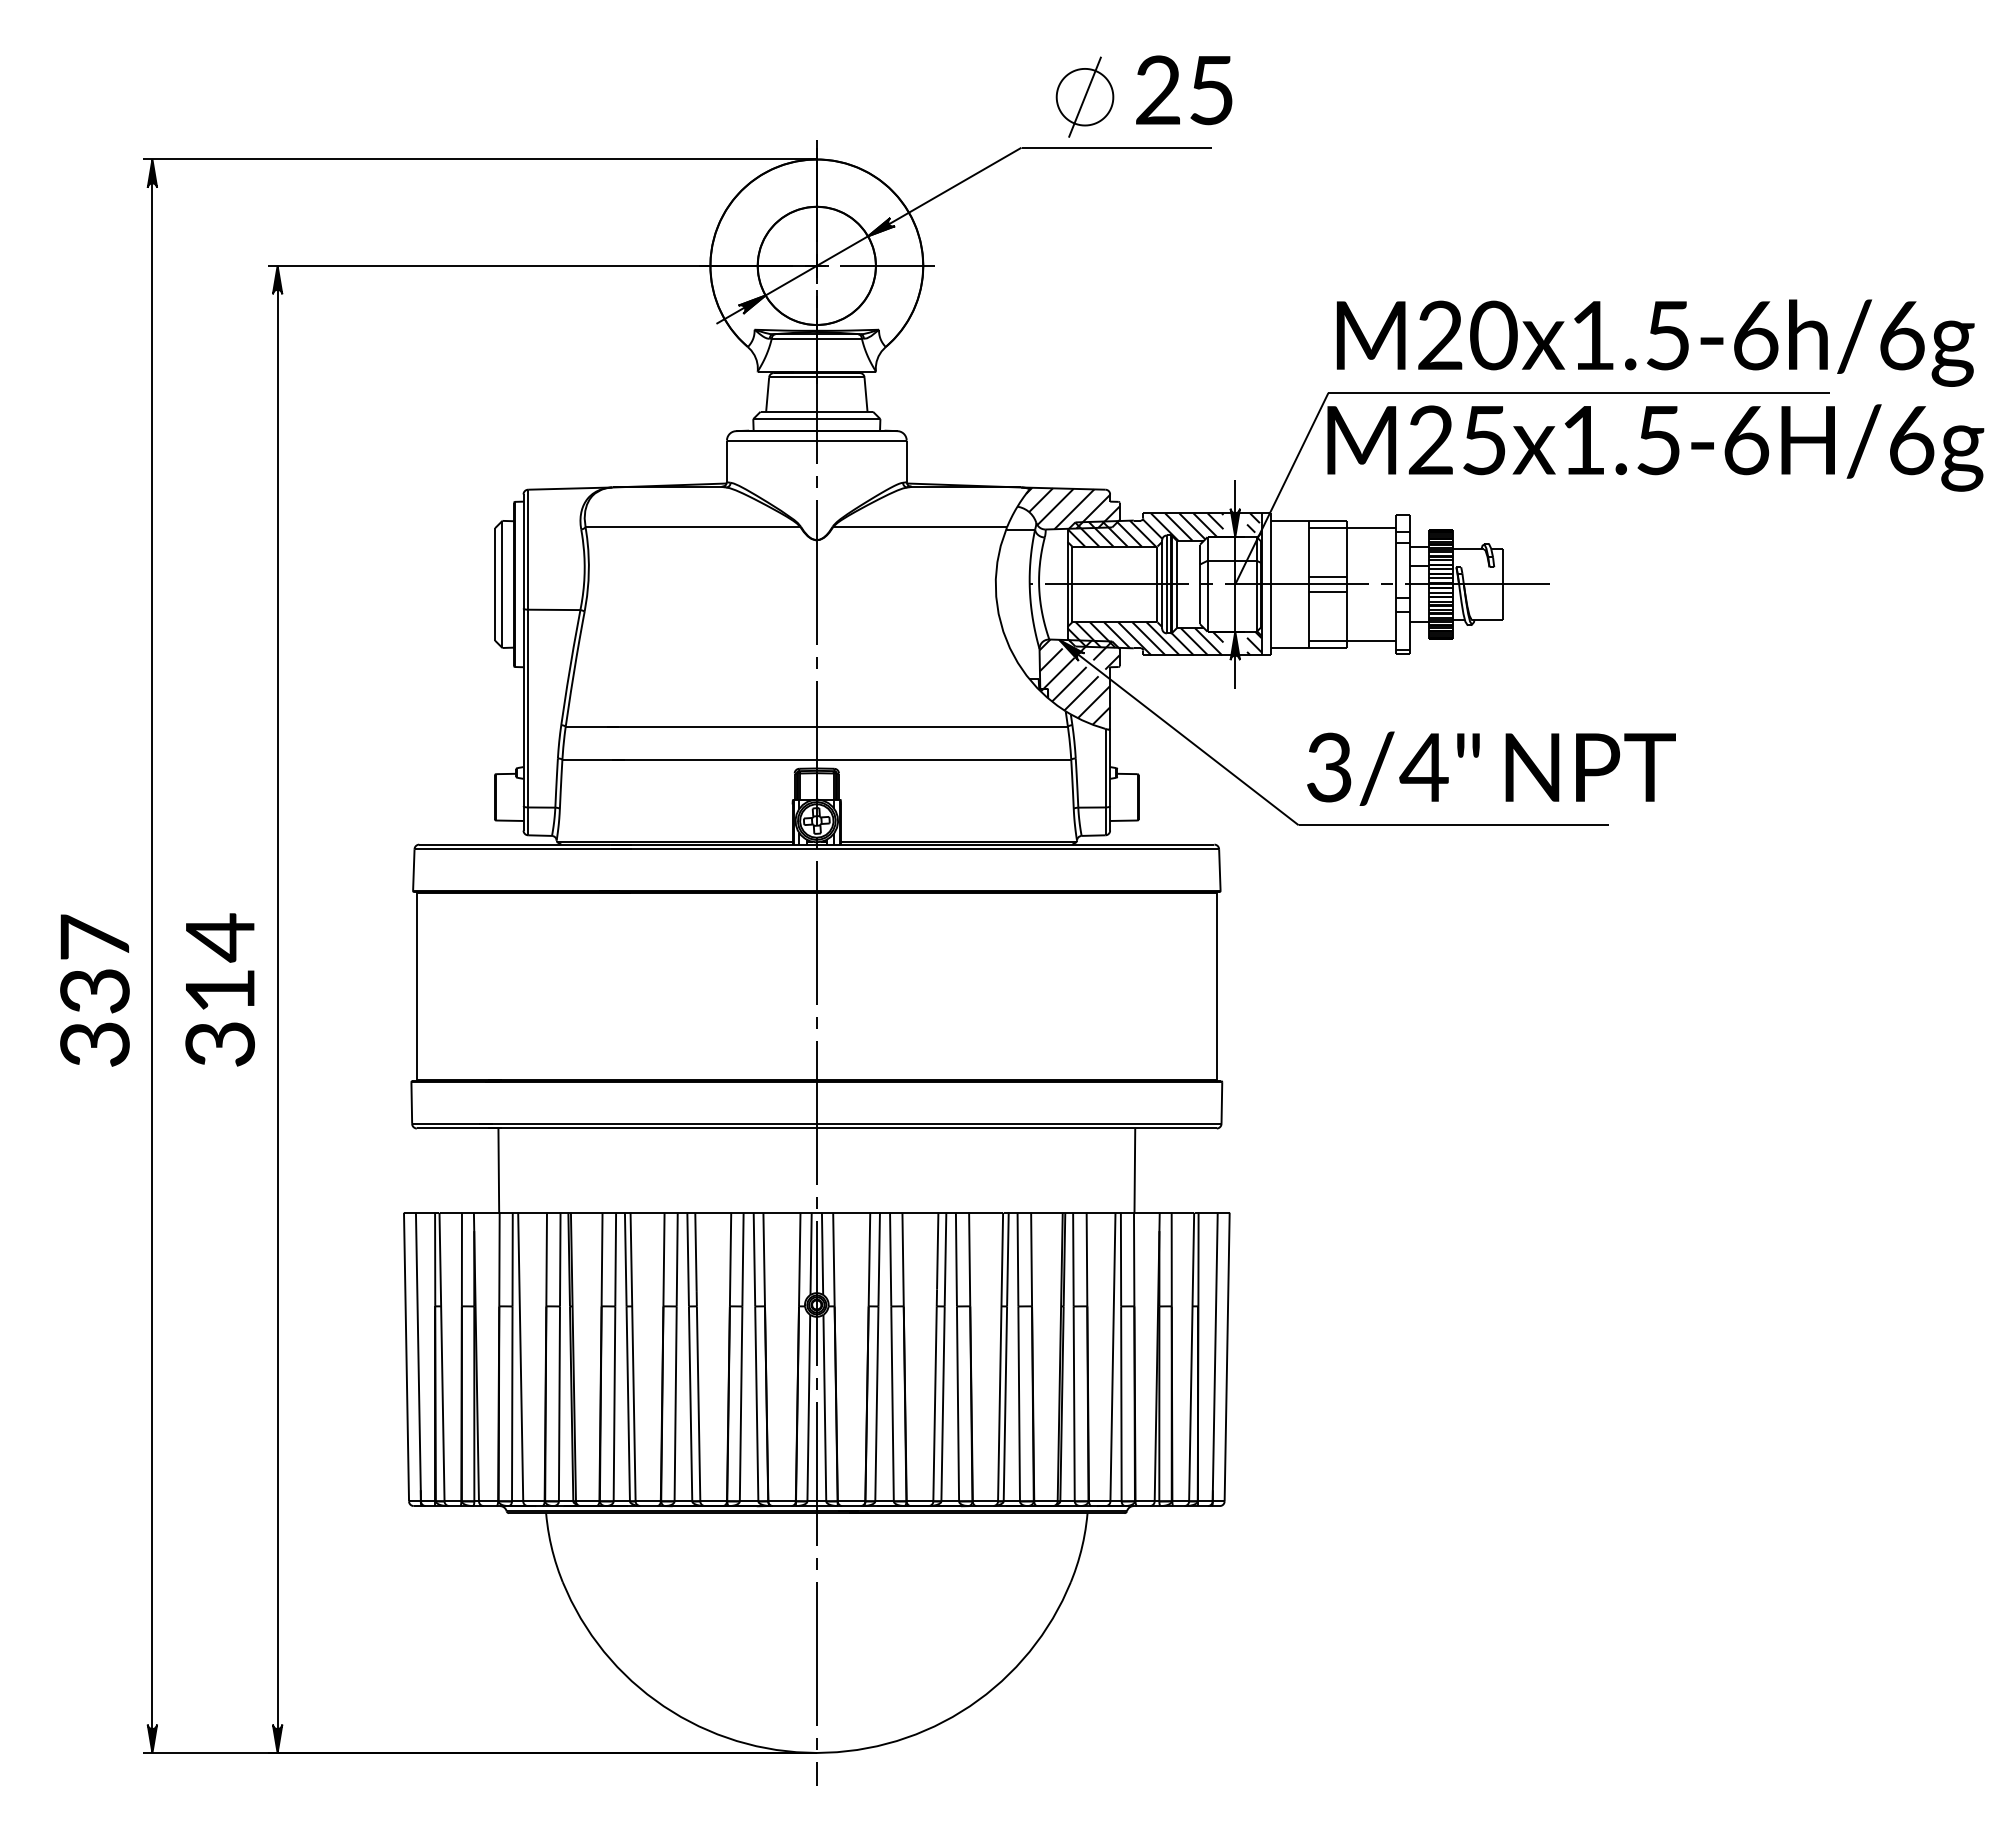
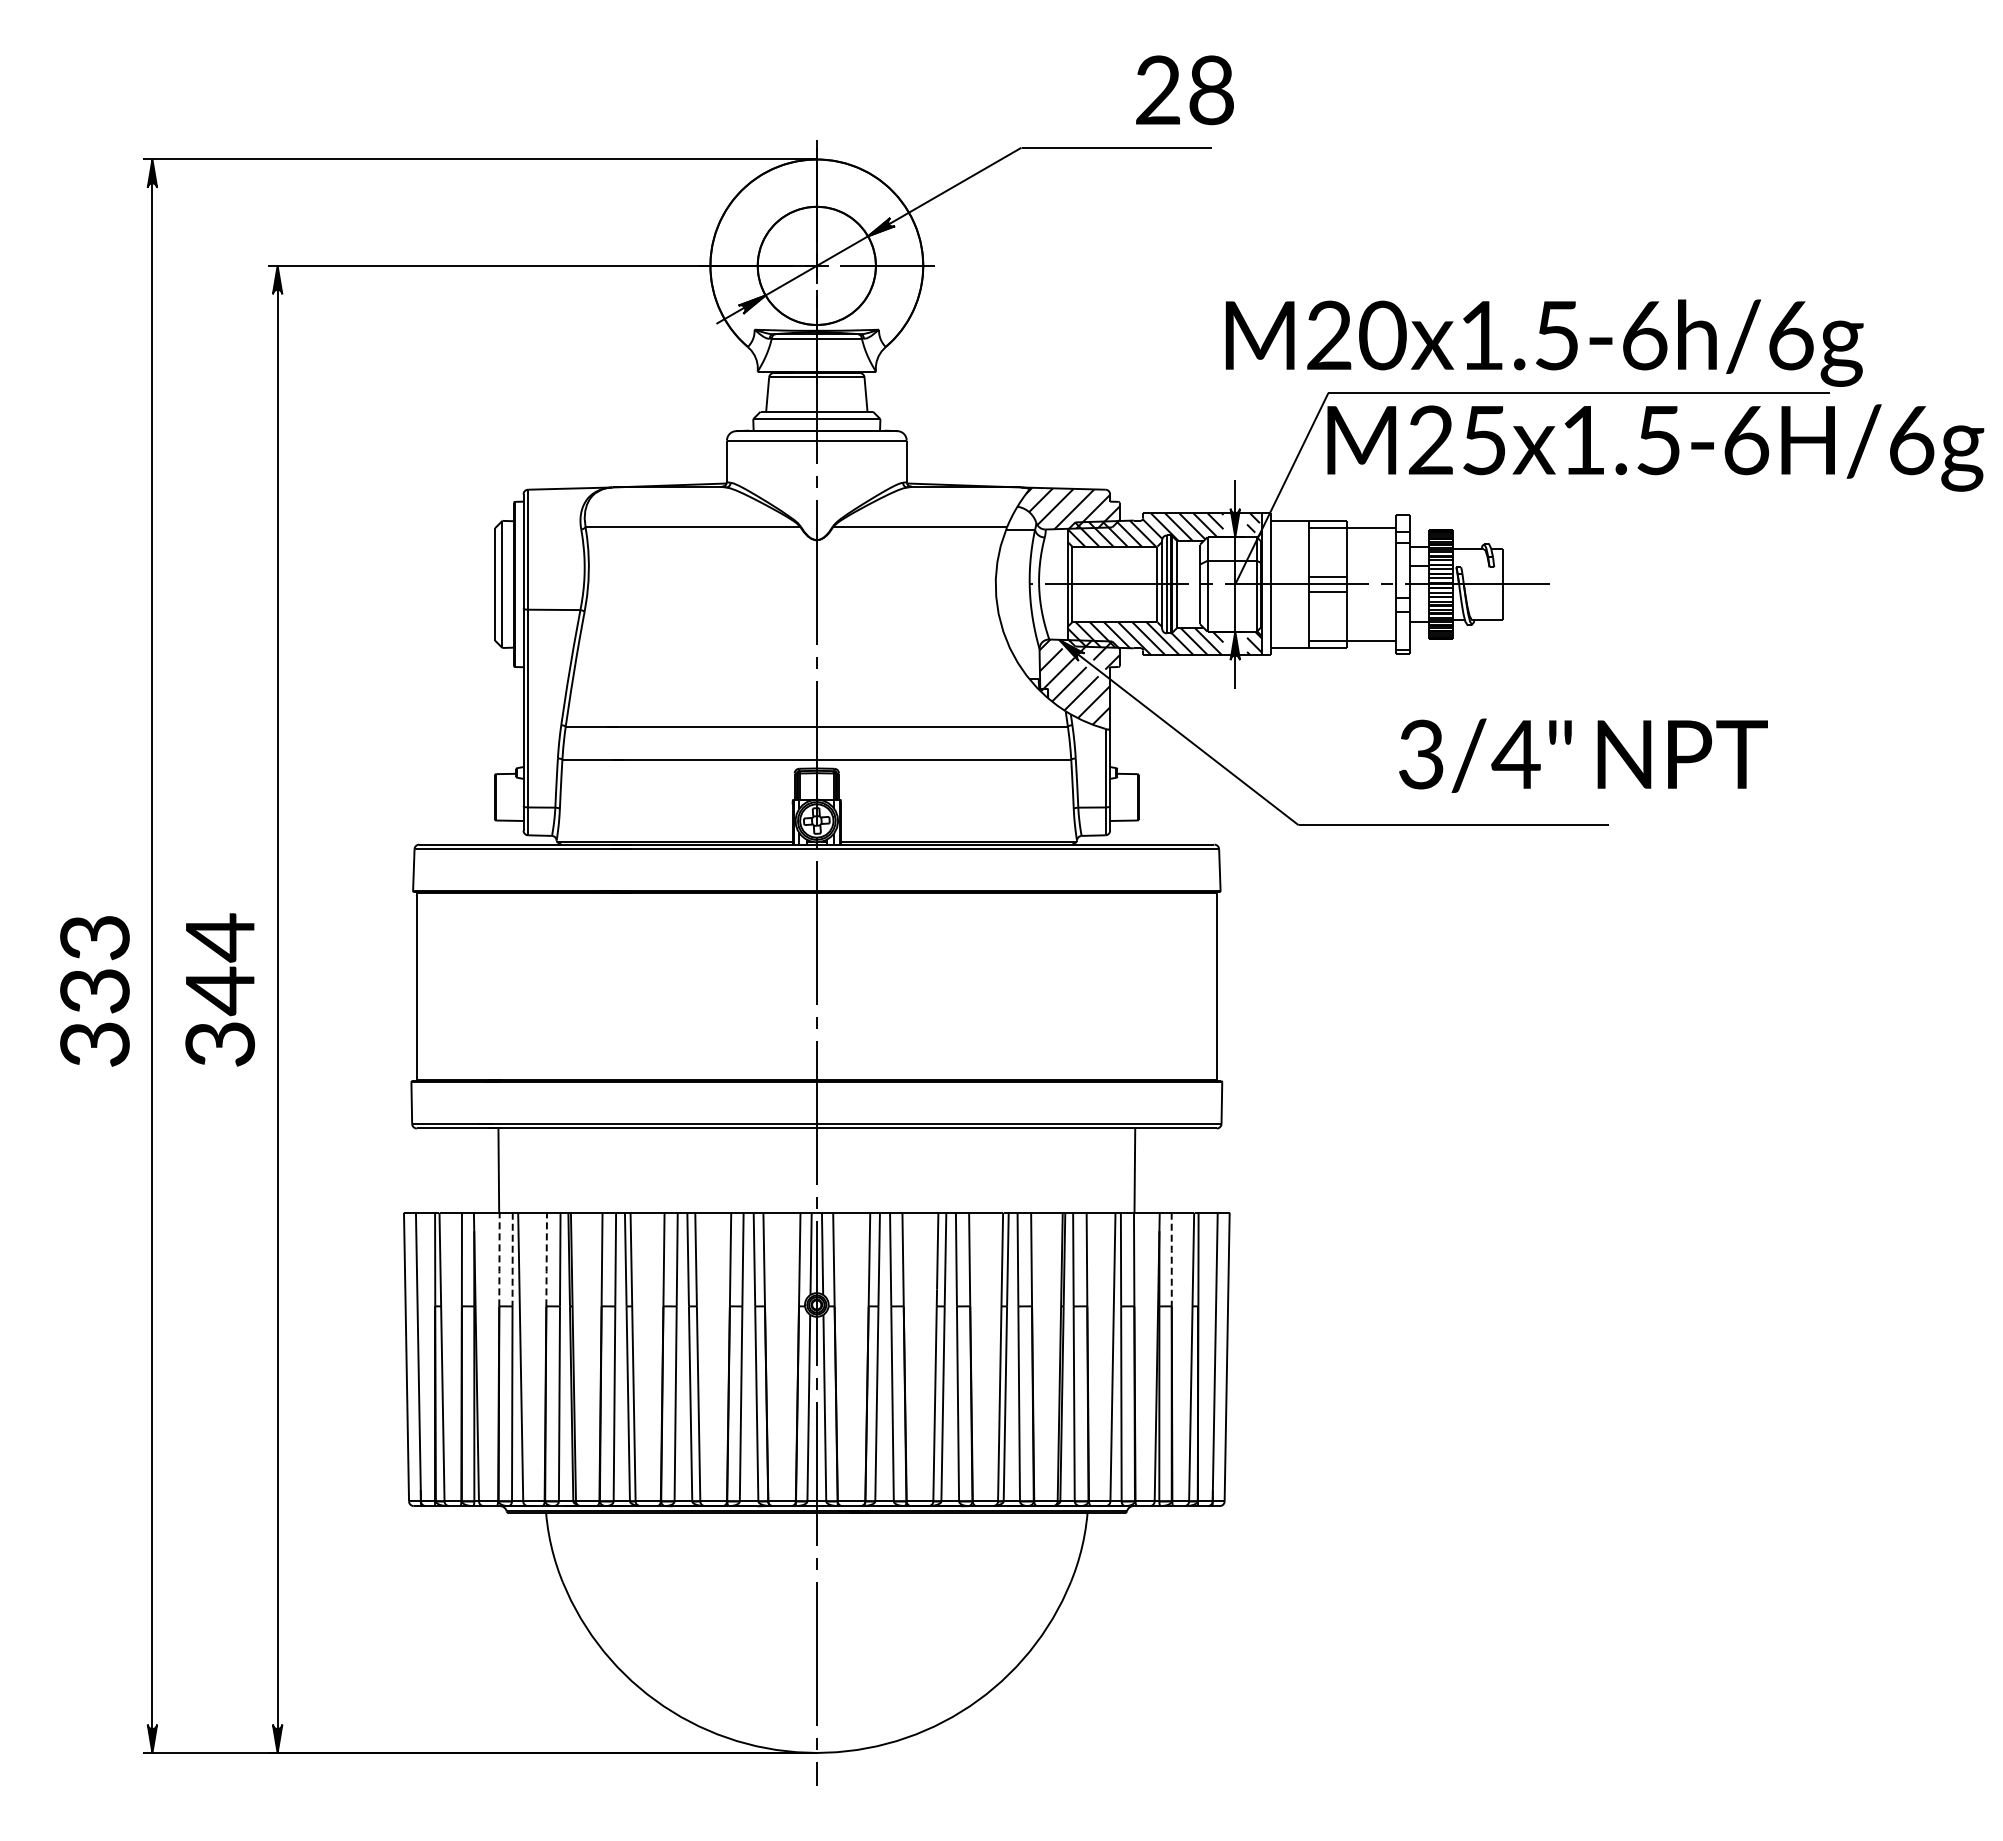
text at (1211, 90): 25 -> 28
part at (1084, 96): present -> none
text at (1655, 342) position: (1655, 342) -> (1544, 342)
text at (1491, 768) position: (1491, 768) -> (1583, 755)
text at (94, 937): 337 -> 333
text at (220, 991): 314 -> 344
line at (499, 1259): solid -> dashed
line at (546, 1259): solid -> dashed
line at (1171, 1259): solid -> dashed
line at (512, 1260): solid -> dashed
